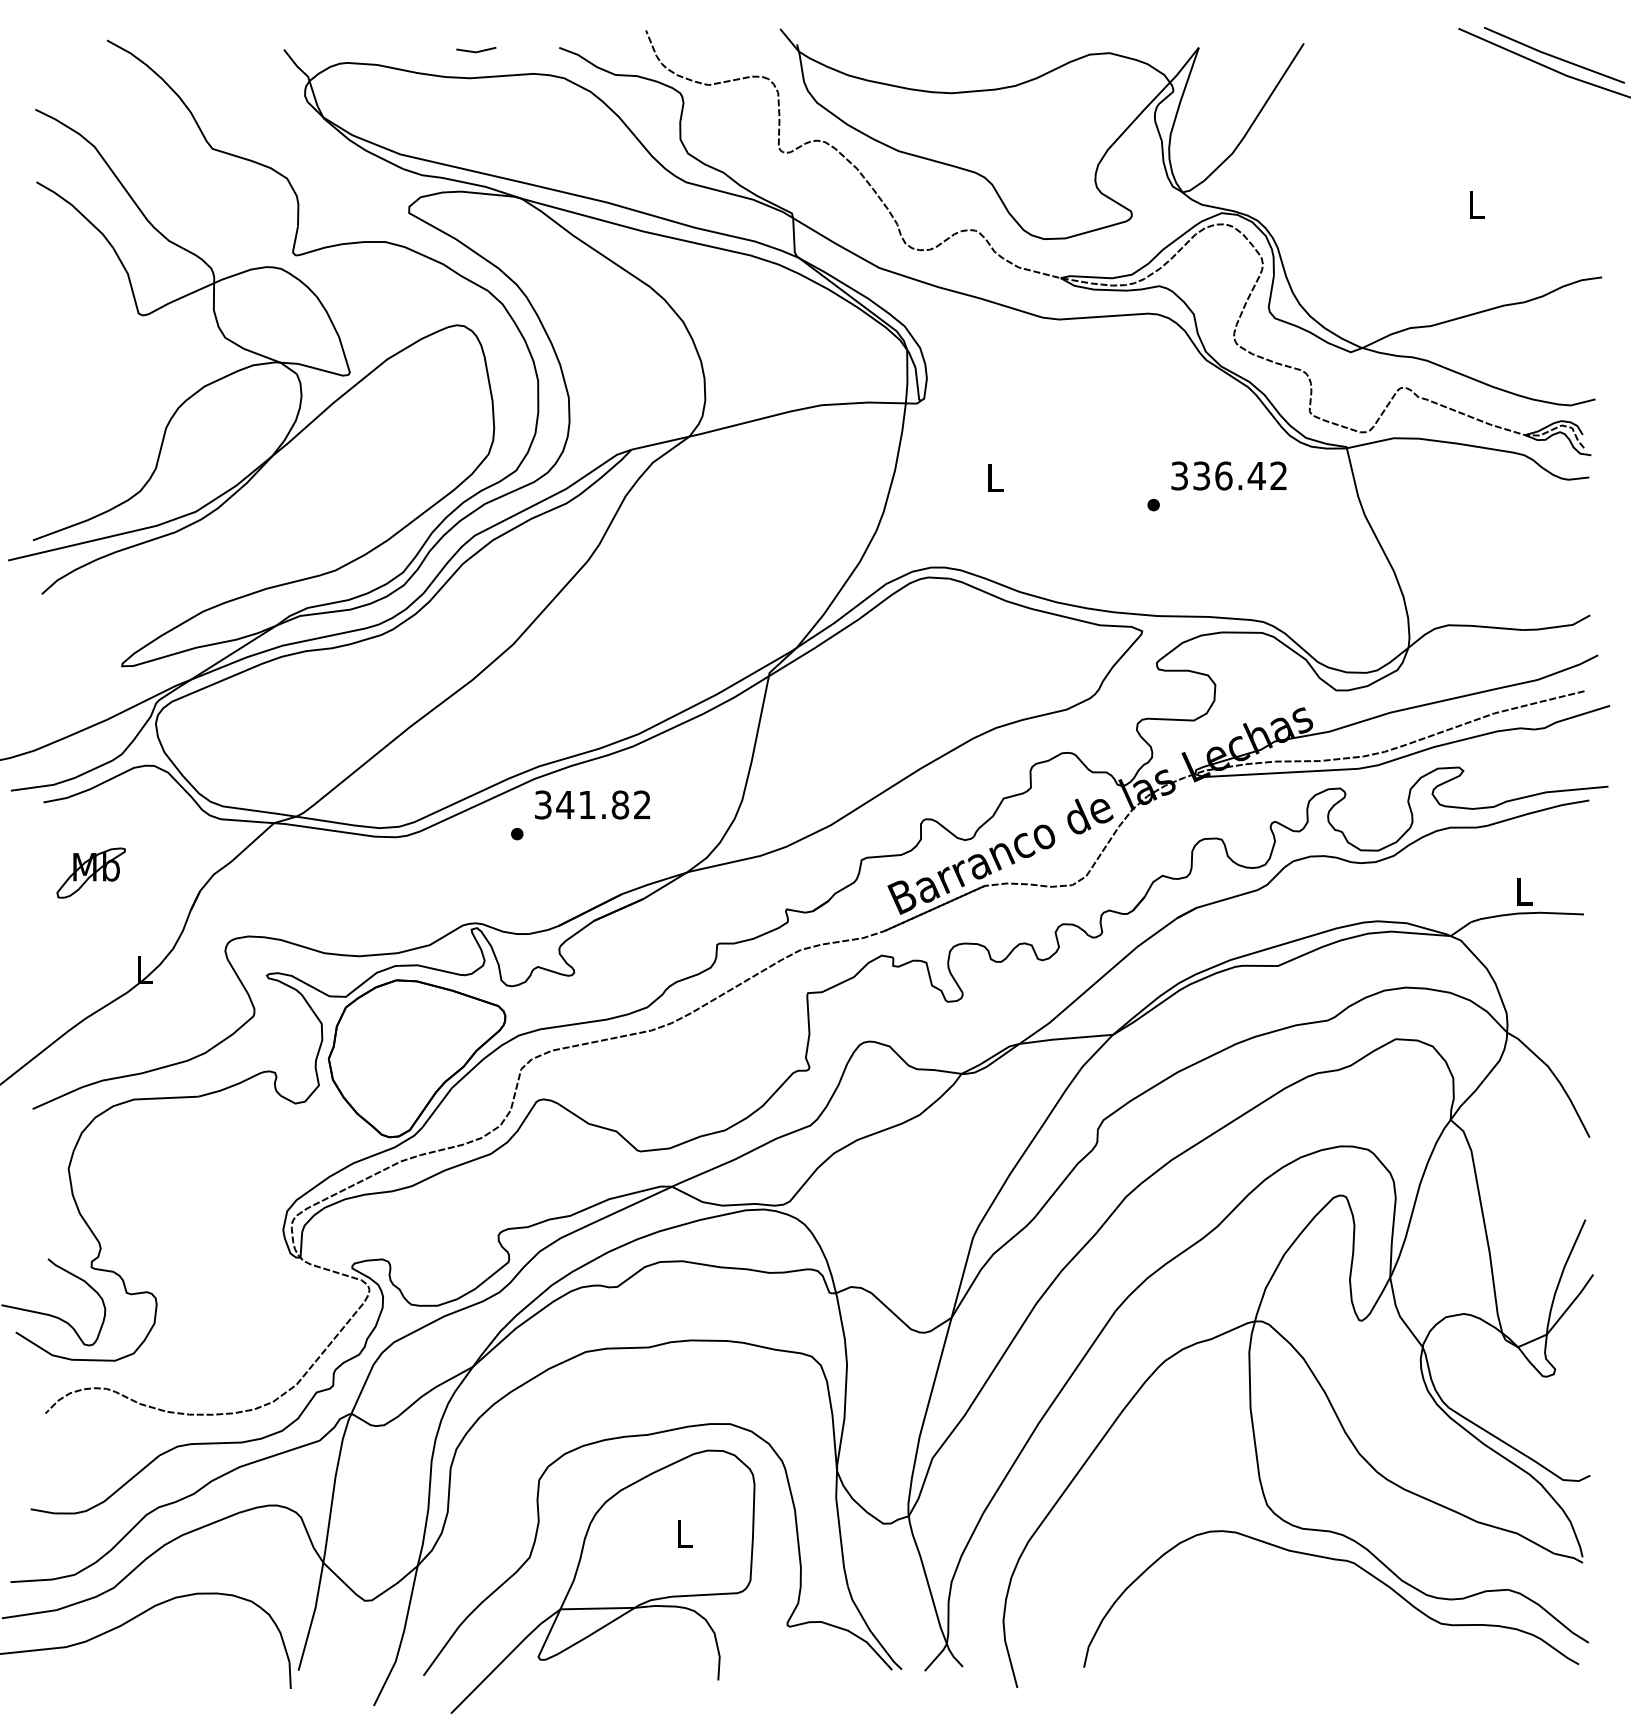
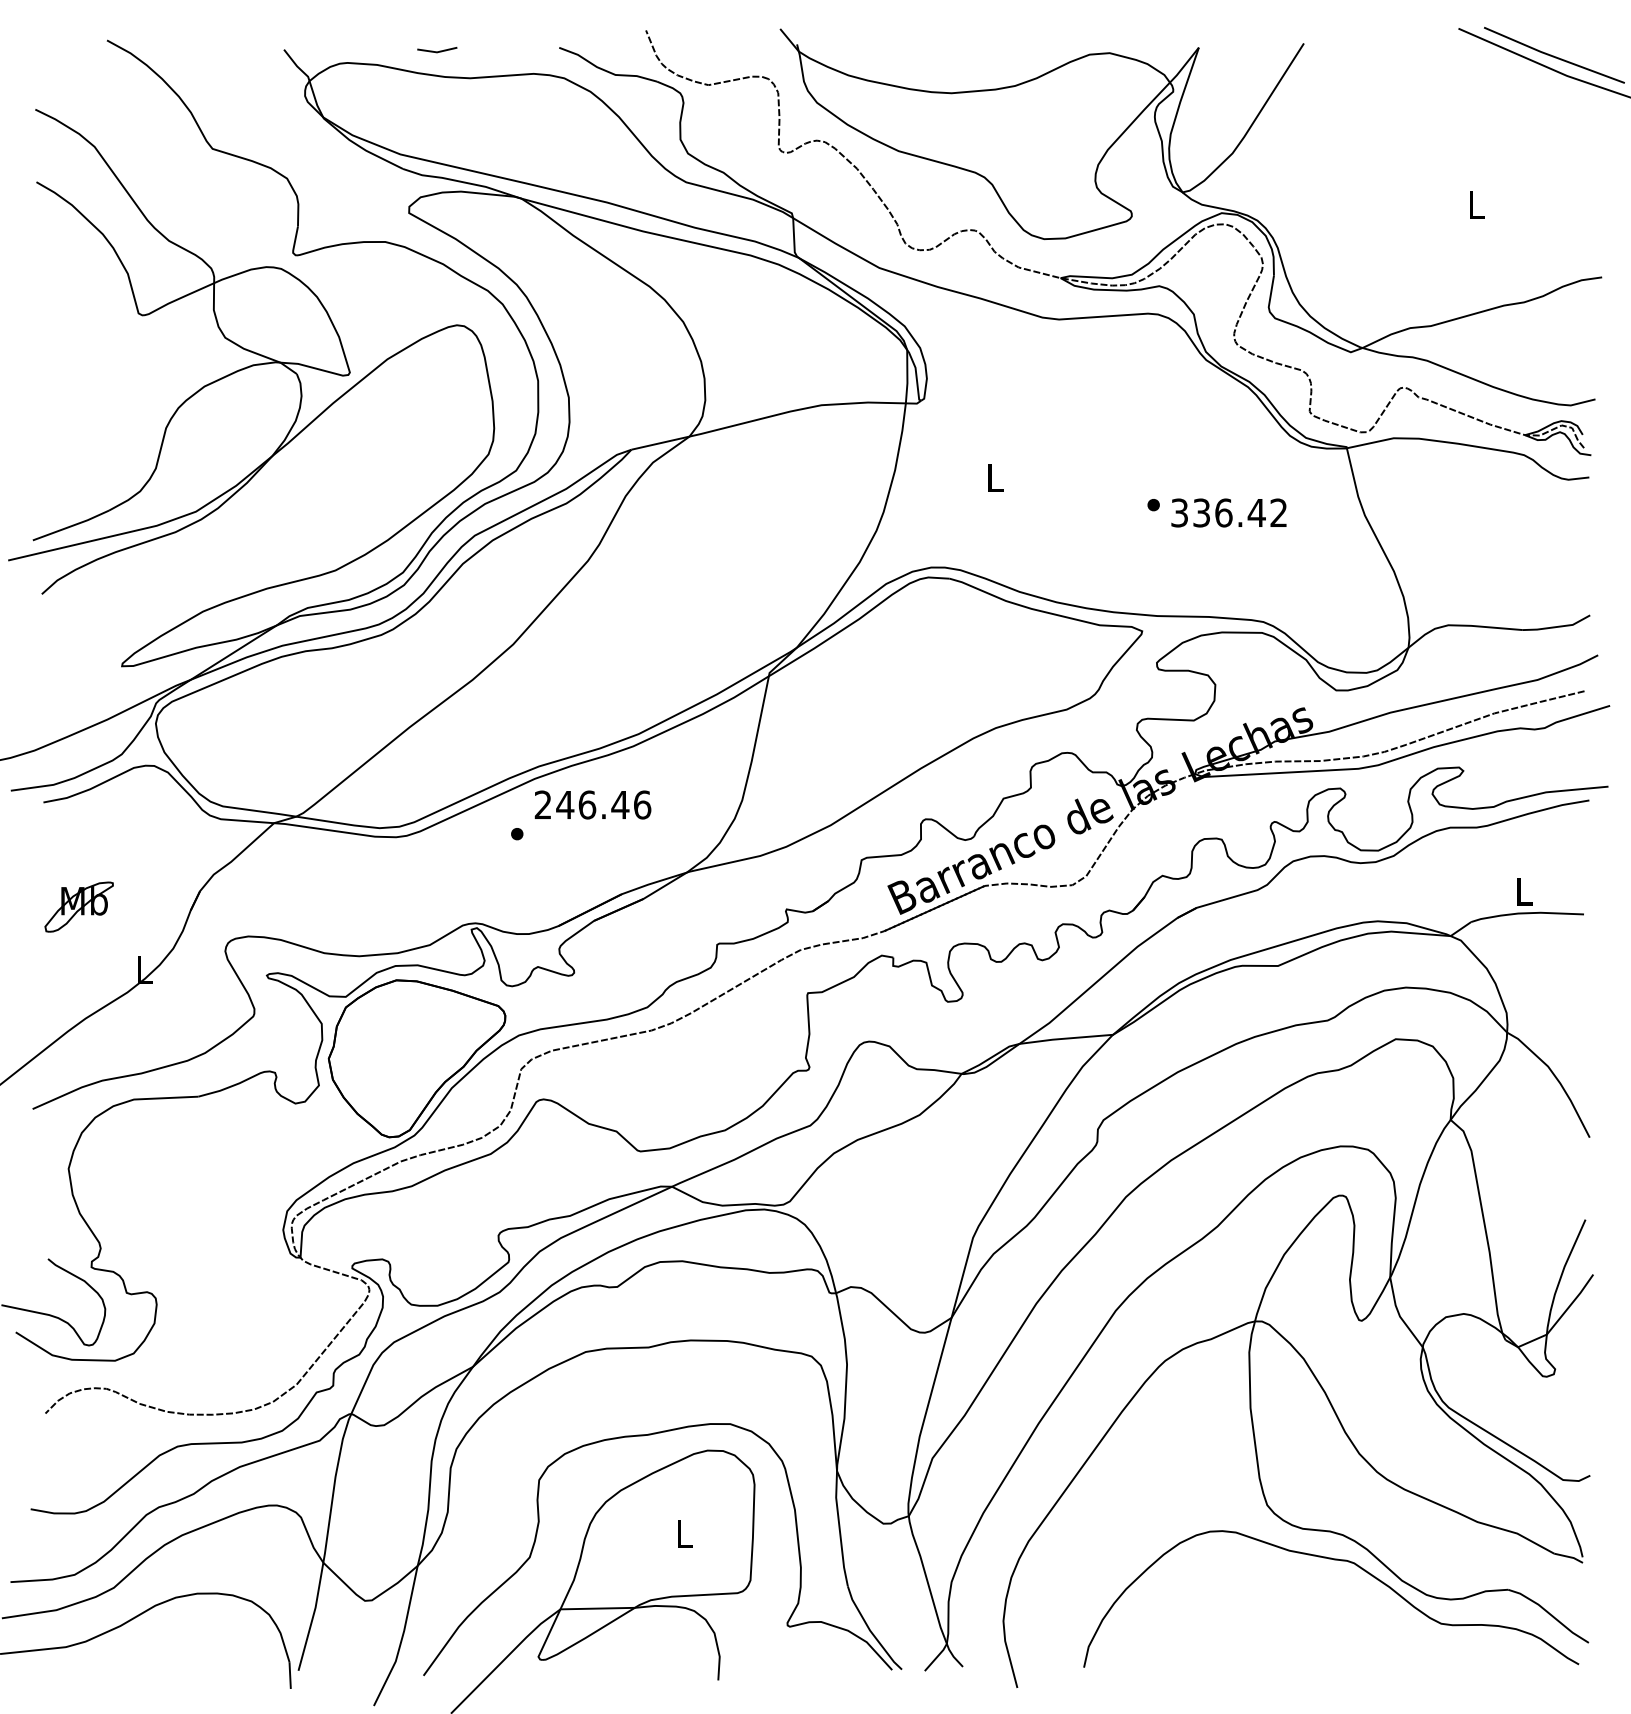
line at (476, 51) position: (476, 51) -> (437, 51)
text at (1228, 475) position: (1228, 475) -> (1228, 512)
text at (592, 804): 341.82 -> 246.46
part at (90, 872) position: (90, 872) -> (78, 906)
